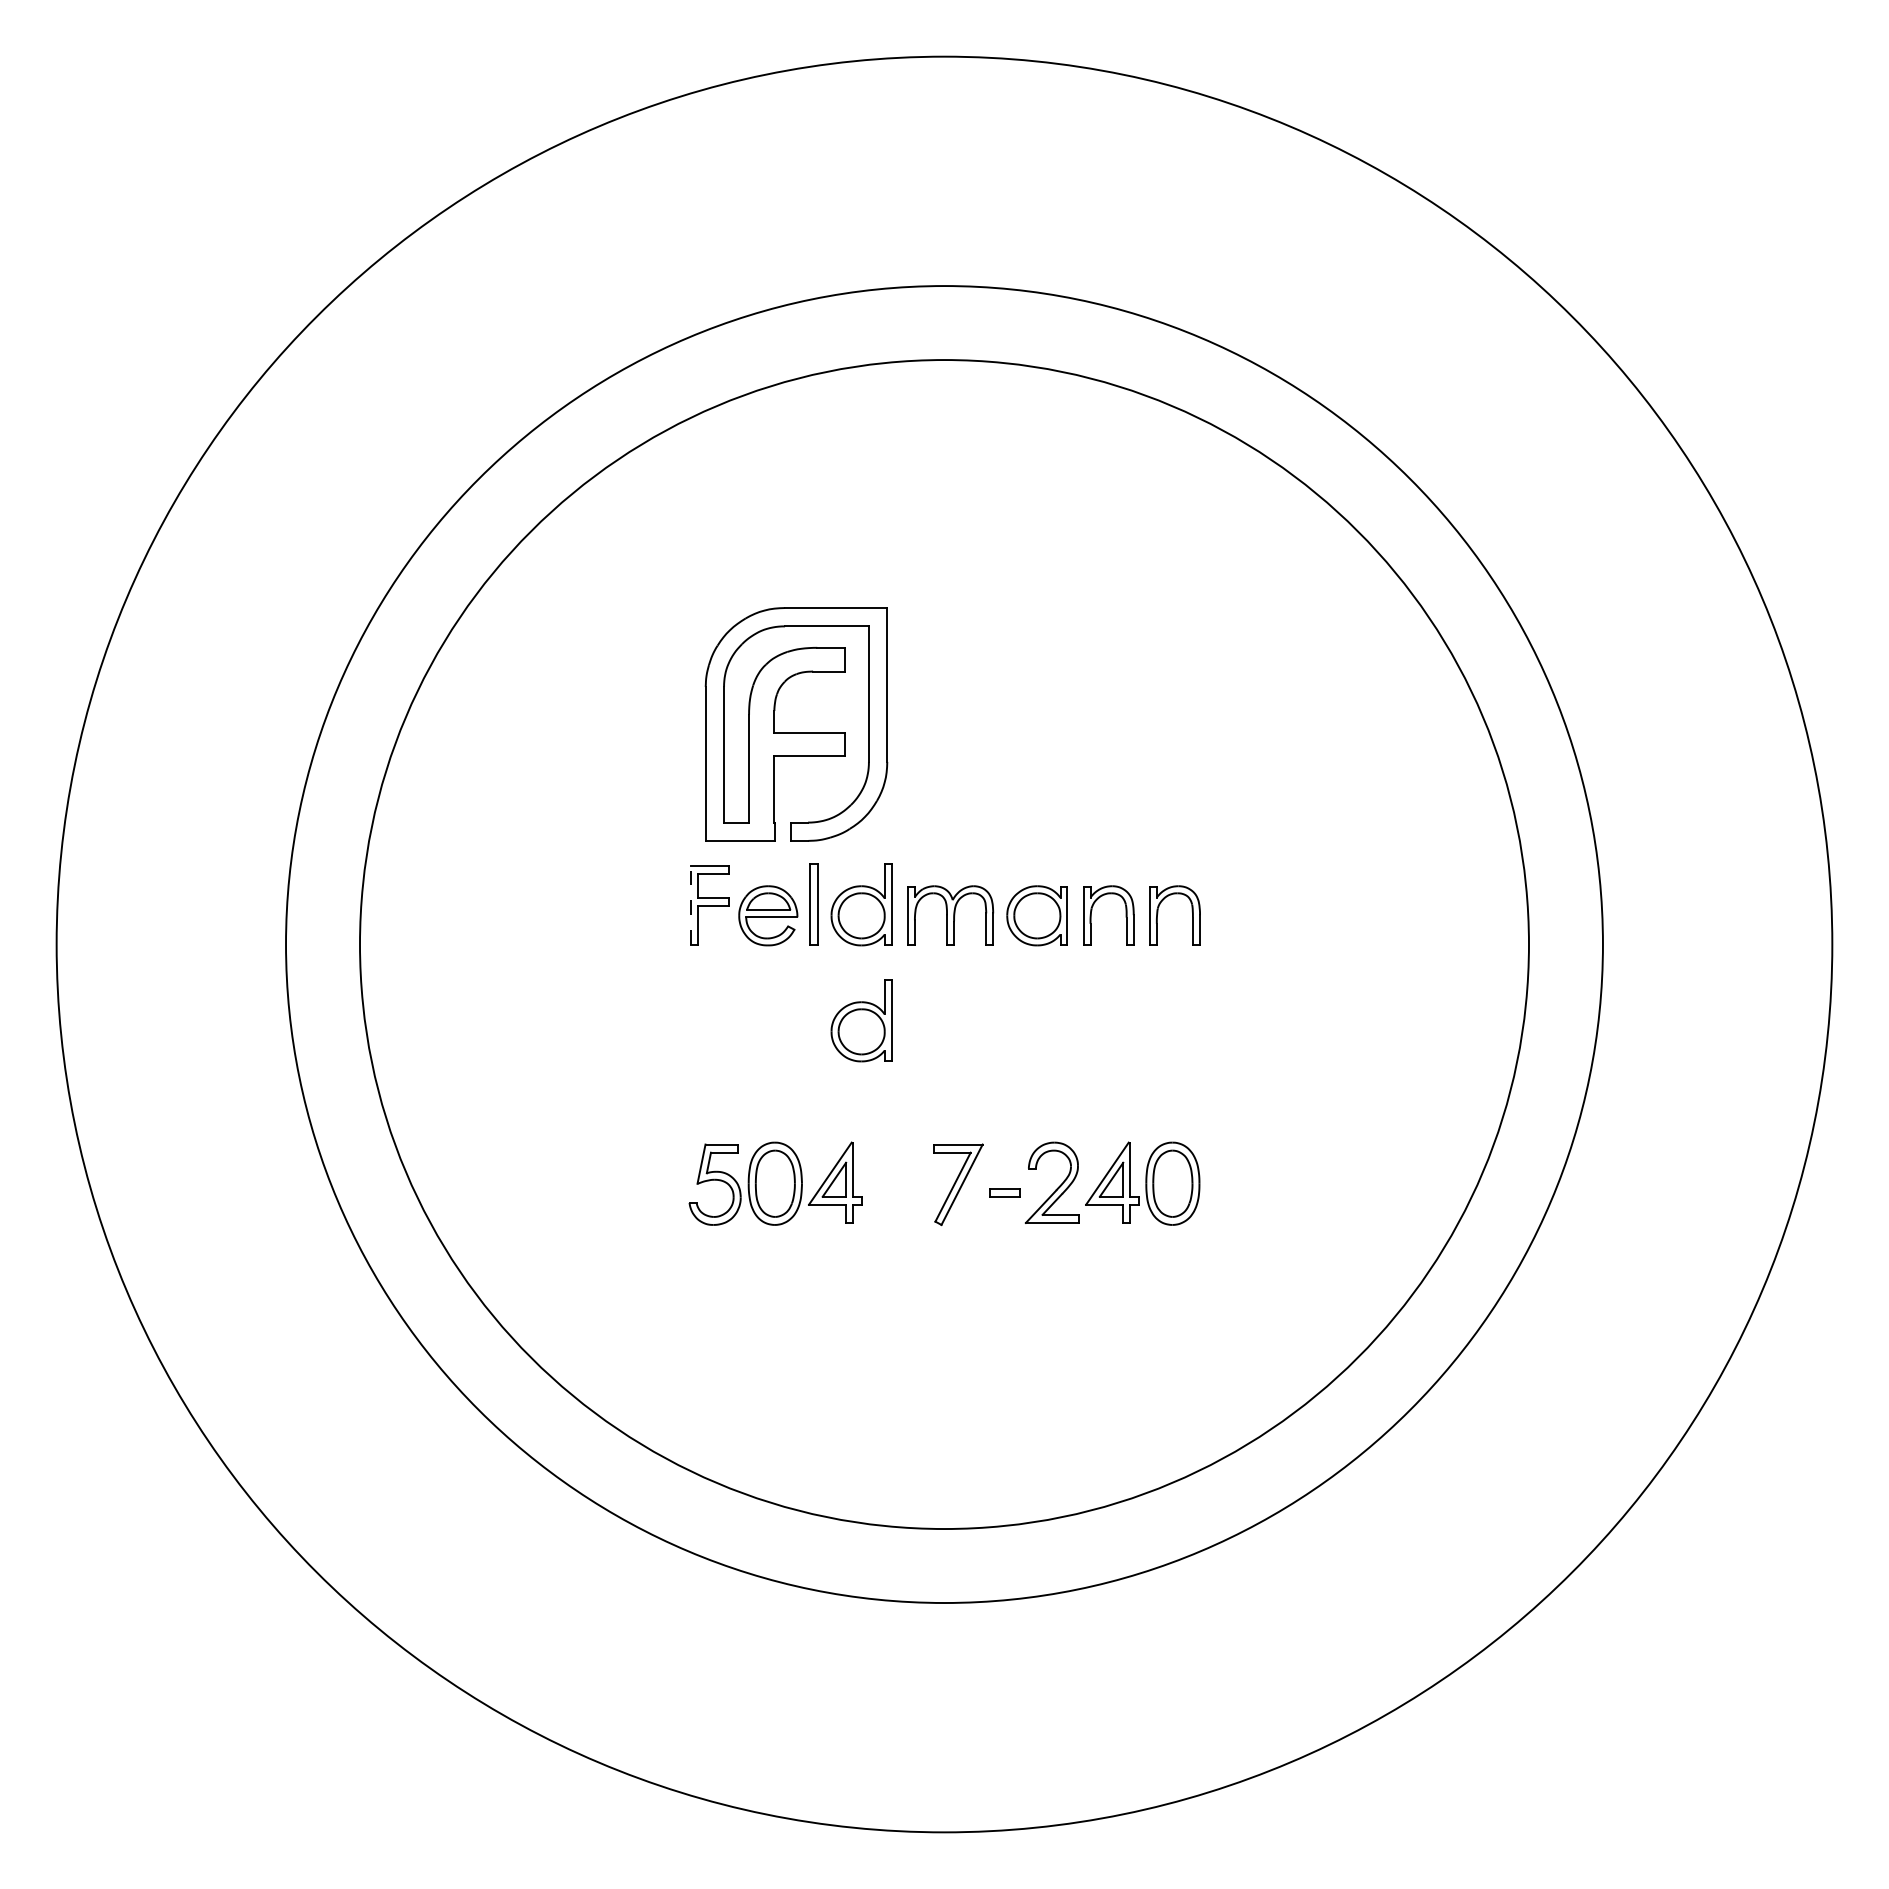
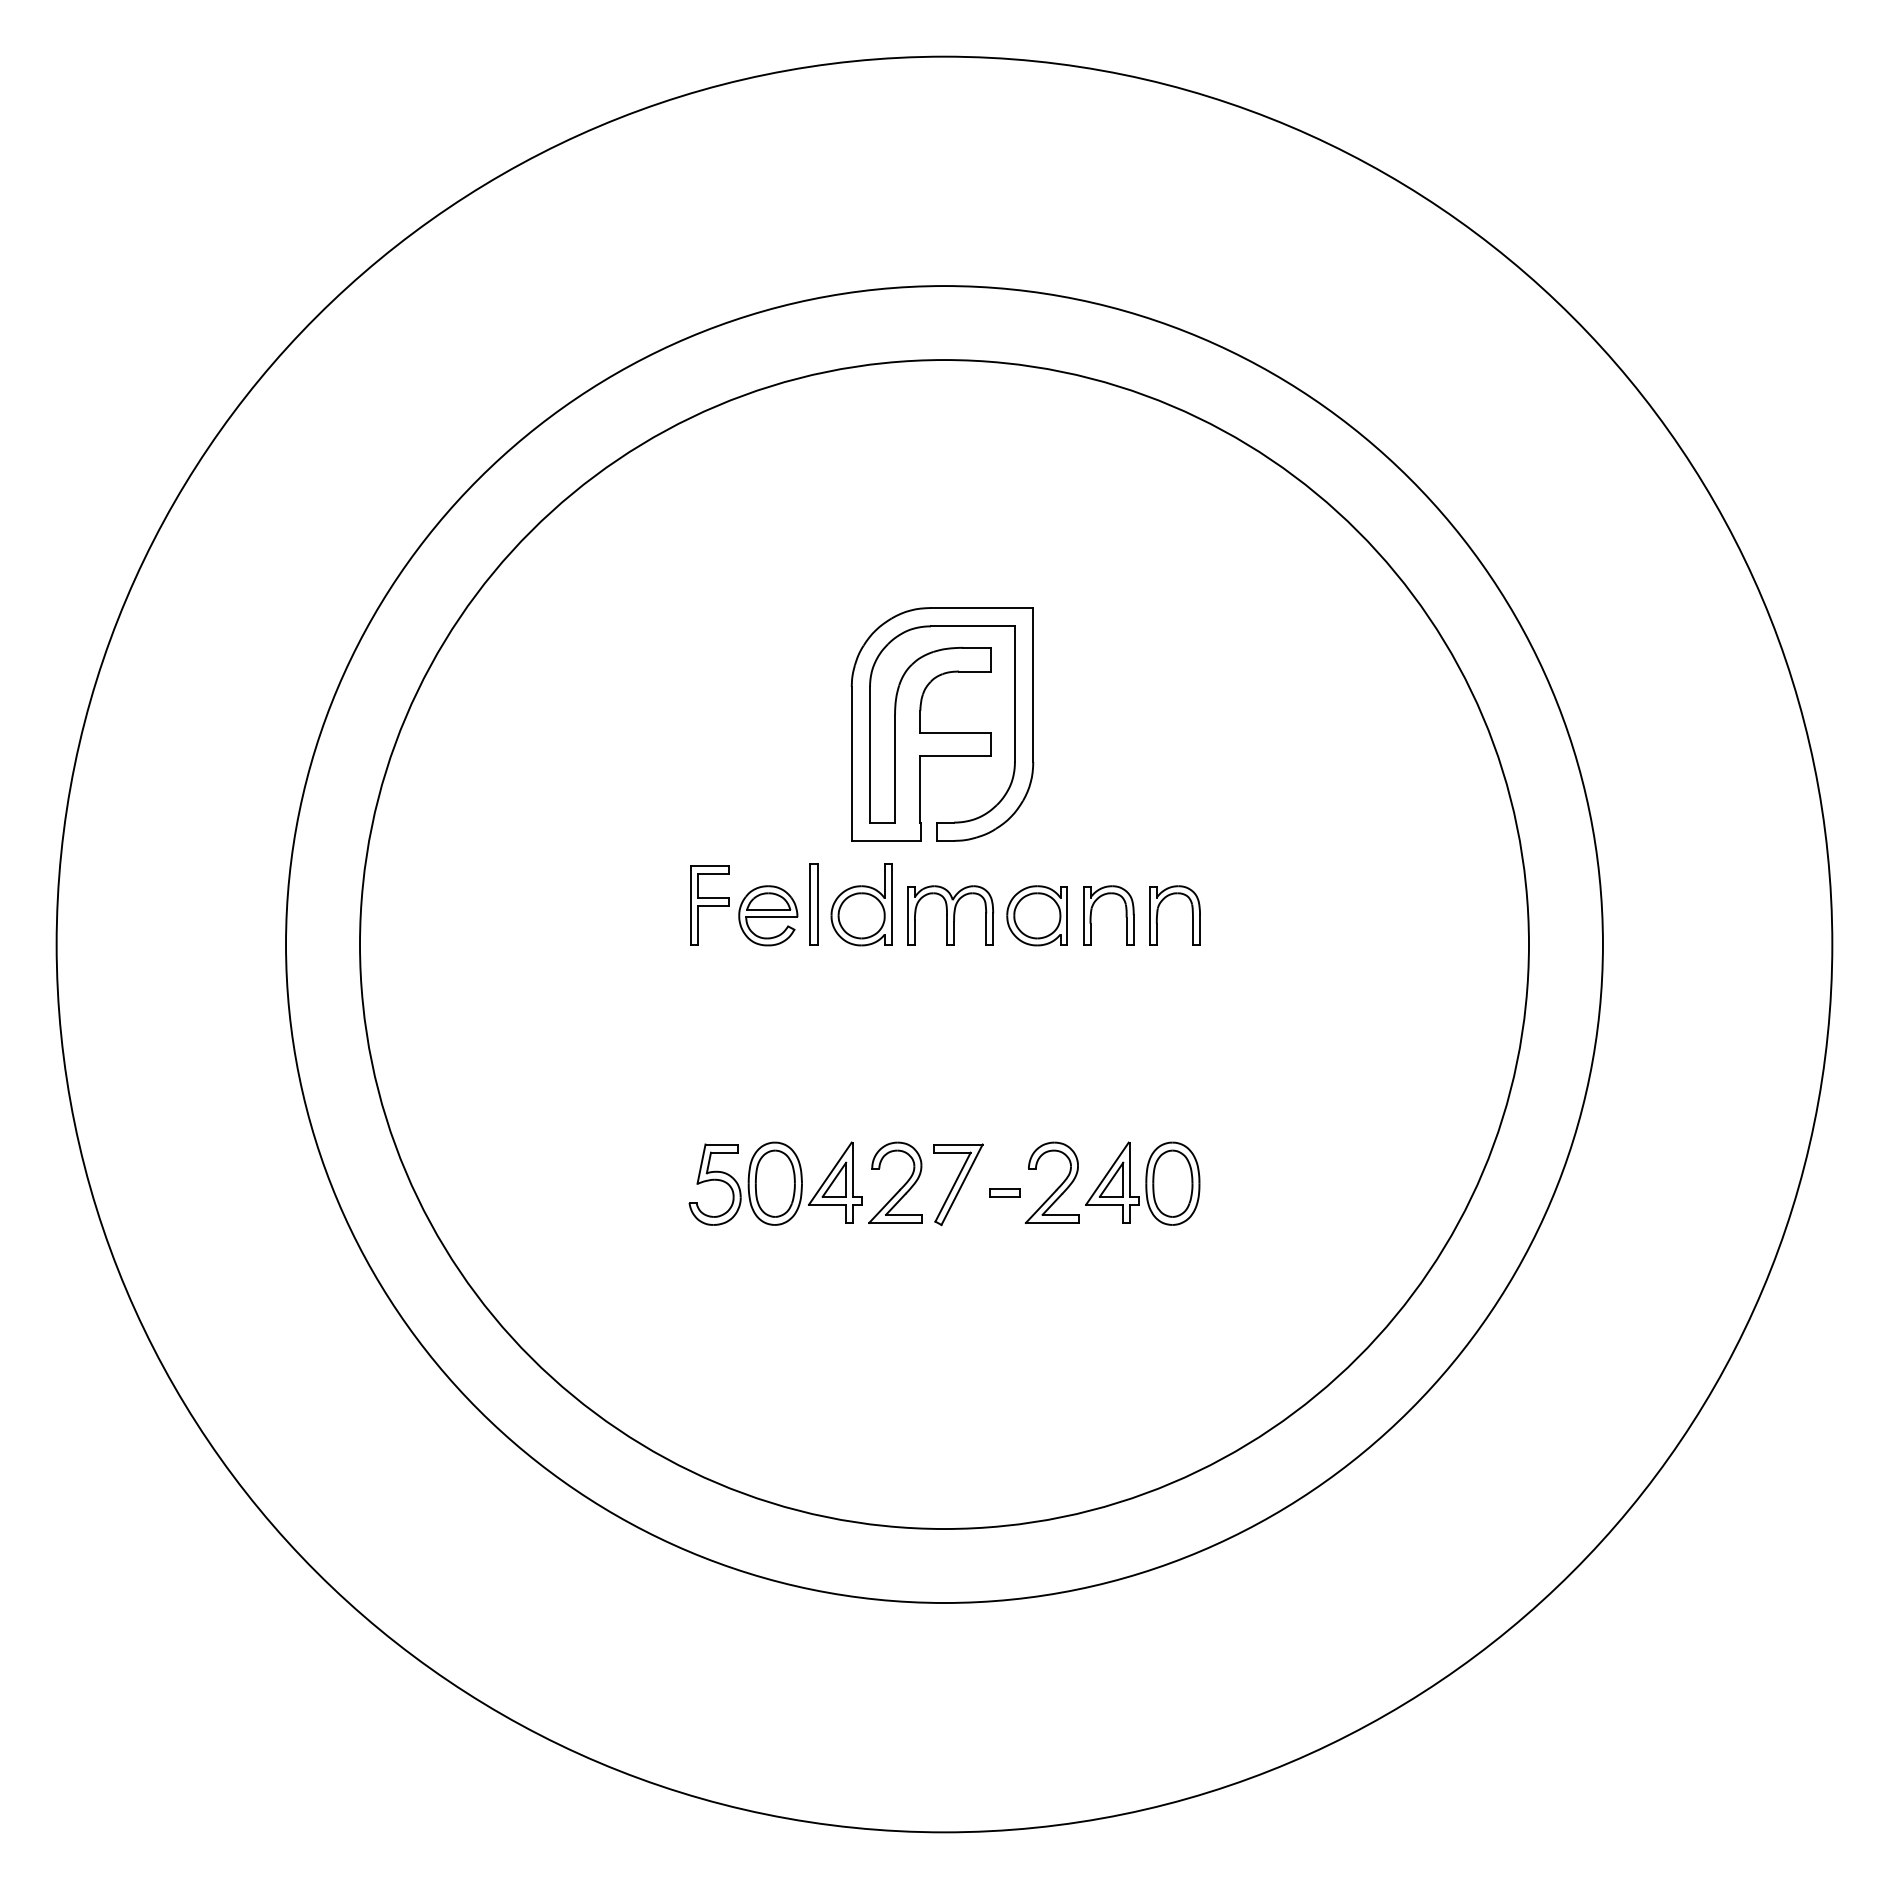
part at (796, 732) position: (796, 732) -> (942, 732)
line at (691, 904): dashed -> solid
part at (861, 1020): present -> none
part at (901, 1187): none -> present
